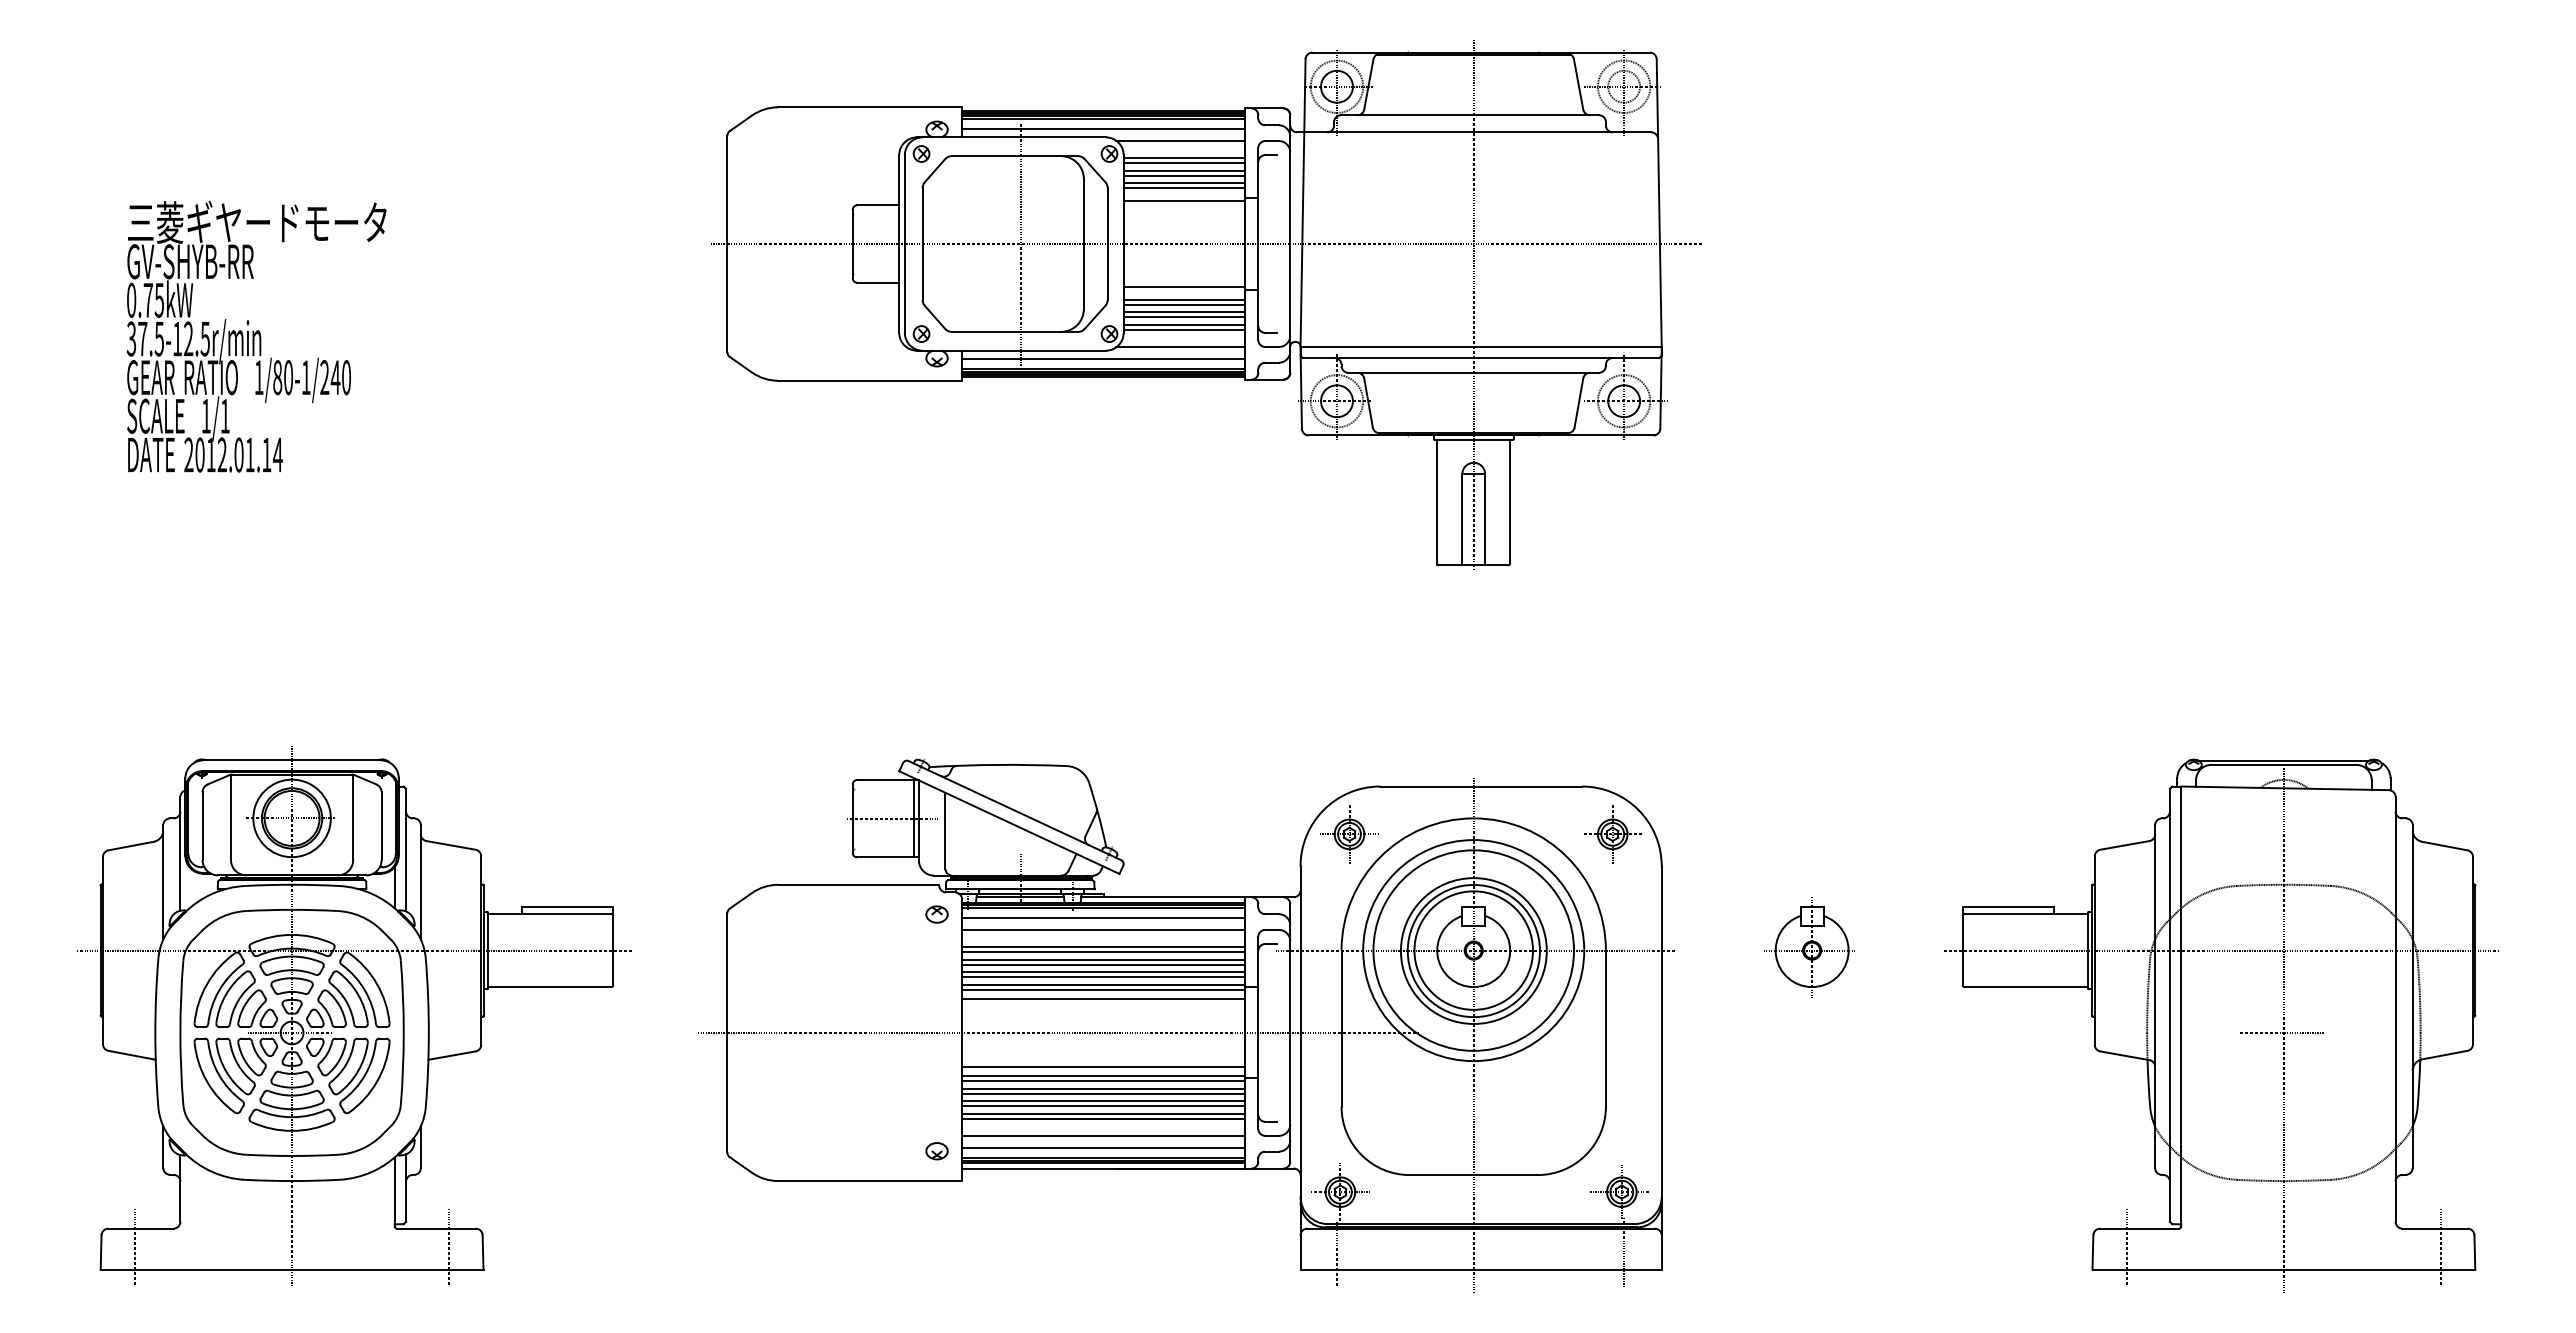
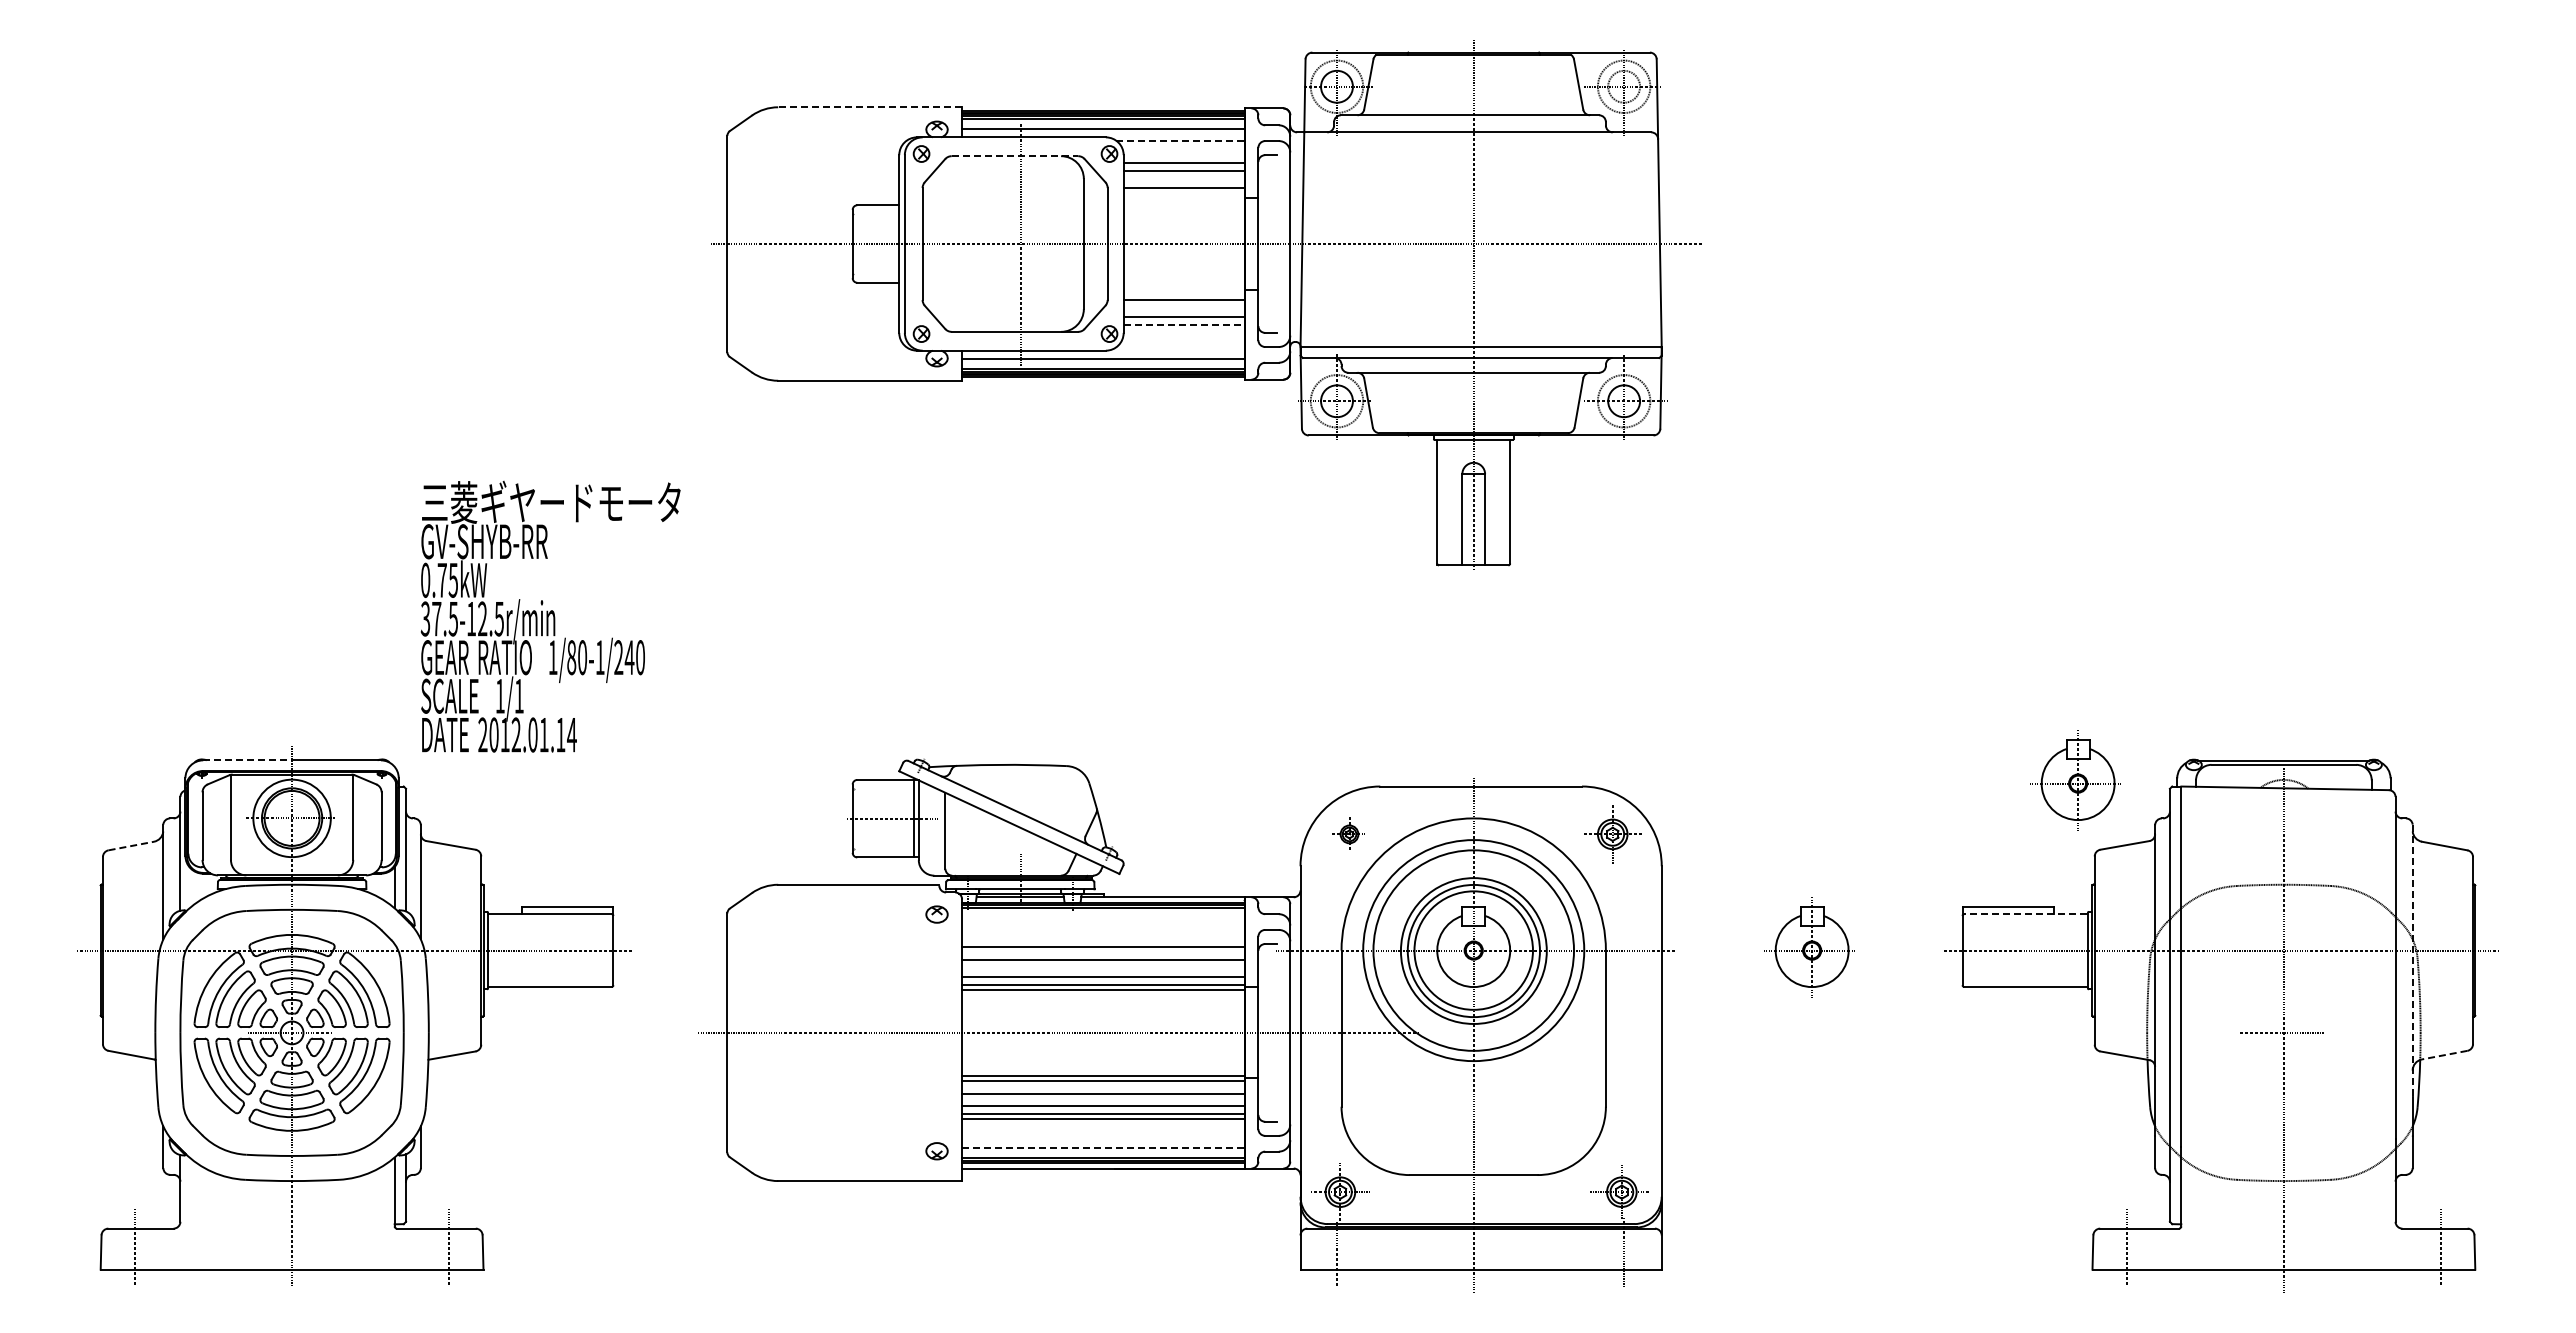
line at (870, 107): solid -> dashed
line at (1180, 140): solid -> dashed
line at (1015, 156): solid -> dashed
line at (1183, 158): present -> none
line at (1183, 175): present -> none
line at (1183, 183): present -> none
line at (1183, 201): present -> none
line at (1183, 286): present -> none
line at (1183, 304): present -> none
line at (1183, 312): present -> none
line at (1184, 324): solid -> dashed
line at (1183, 329): present -> none
text at (256, 336) position: (256, 336) -> (550, 616)
line at (1180, 347): present -> none
line at (248, 760): solid -> dashed
part at (2075, 780): none -> present
part at (1349, 834) size: 59x59 px -> 33x33 px
line at (131, 845): solid -> dashed
line at (2025, 914): solid -> dashed
line at (1103, 918): present -> none
line at (1103, 929): present -> none
line at (1103, 952): present -> none
line at (2412, 961): solid -> dashed
line at (1103, 964): present -> none
line at (1103, 972): present -> none
line at (1103, 998): present -> none
line at (2444, 1055): solid -> dashed
line at (1103, 1067): present -> none
line at (1103, 1088): present -> none
line at (1103, 1101): present -> none
line at (1103, 1136): present -> none
line at (1103, 1147): solid -> dashed
